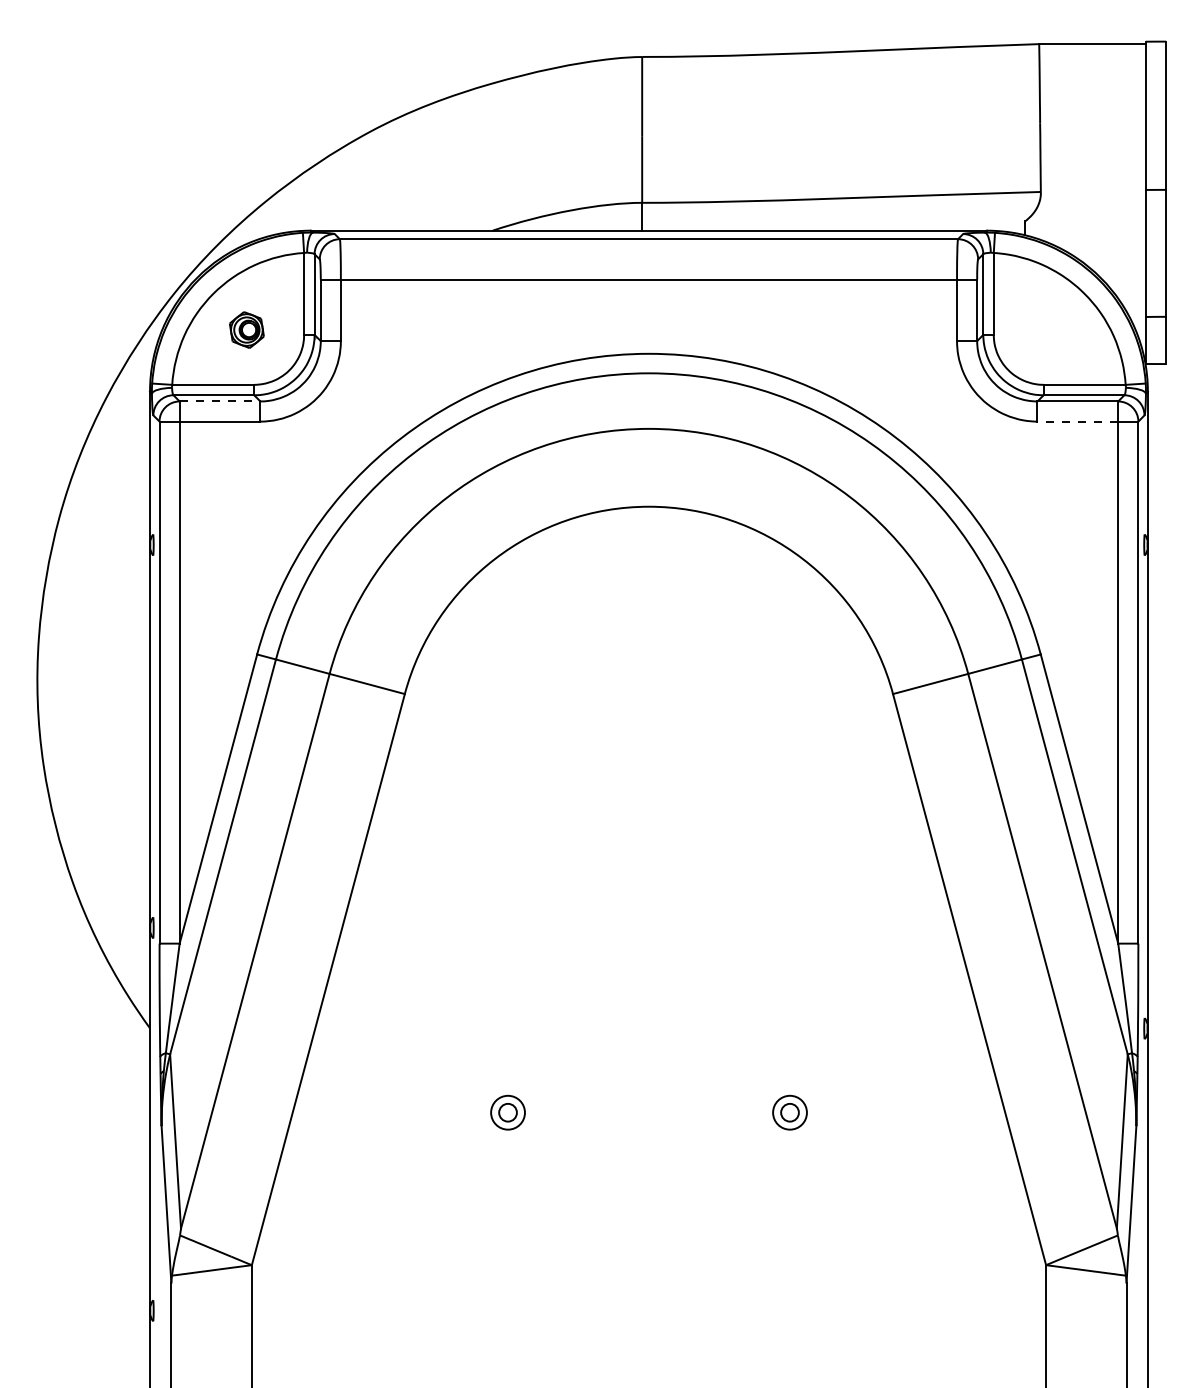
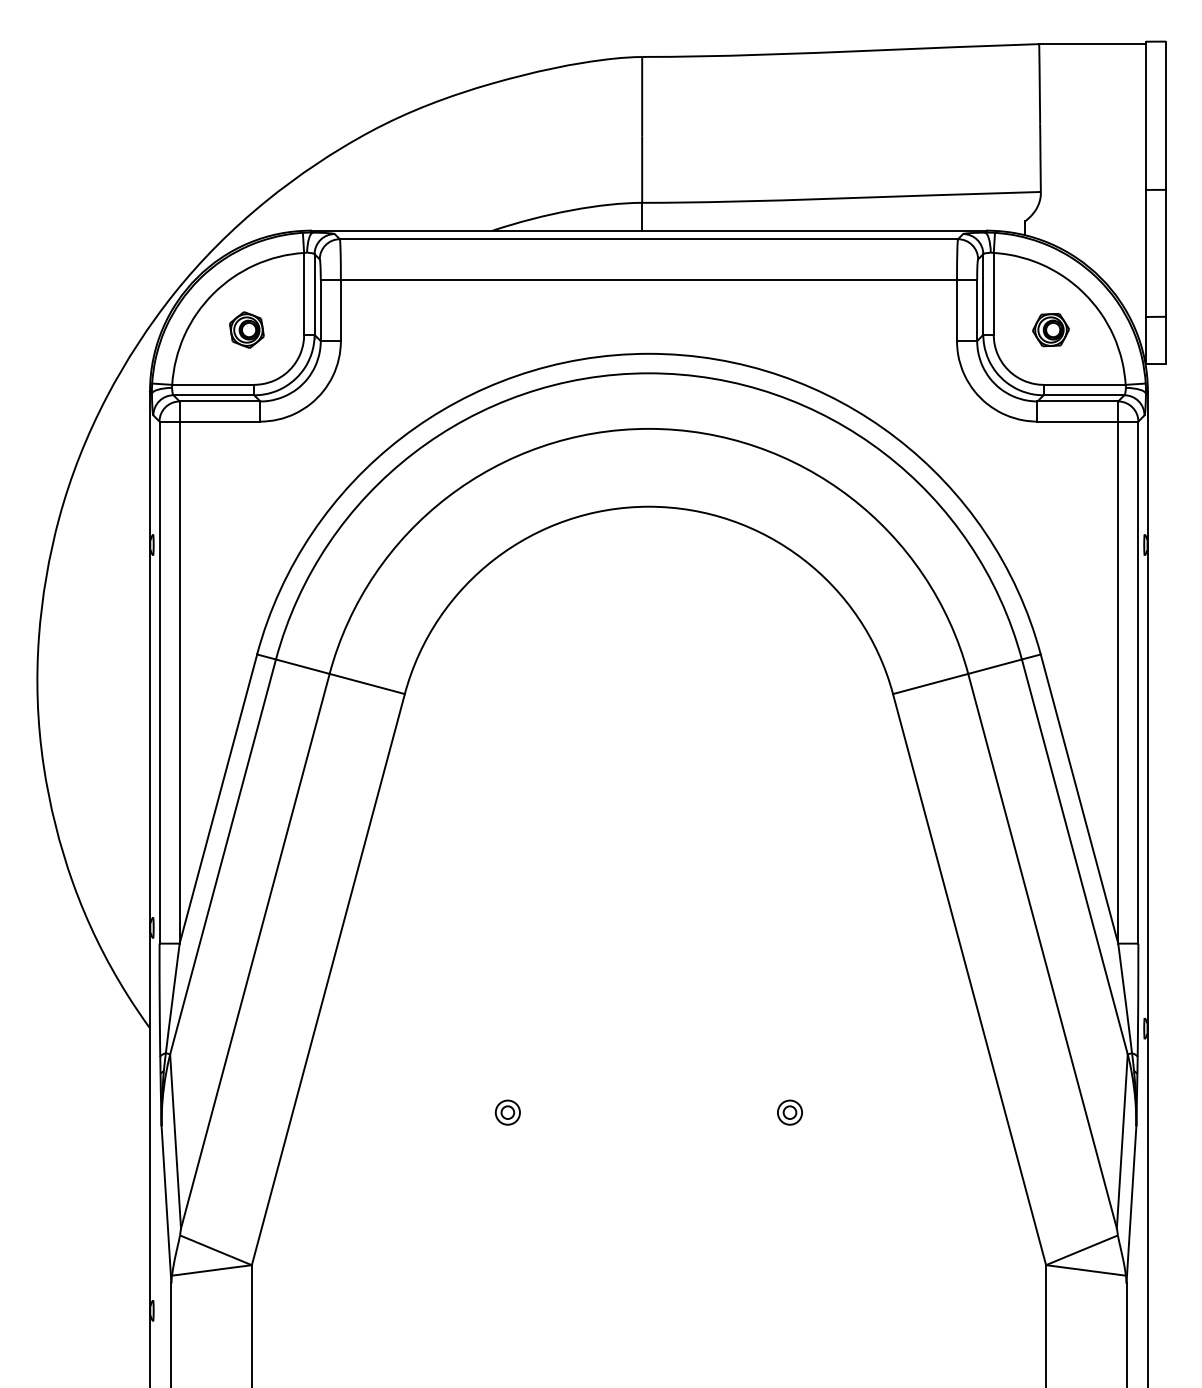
part at (1050, 330): none -> present
line at (220, 401): dashed -> solid
line at (1077, 421): dashed -> solid
part at (507, 1112) size: 36x37 px -> 27x27 px
part at (789, 1112) size: 36x37 px -> 26x27 px
